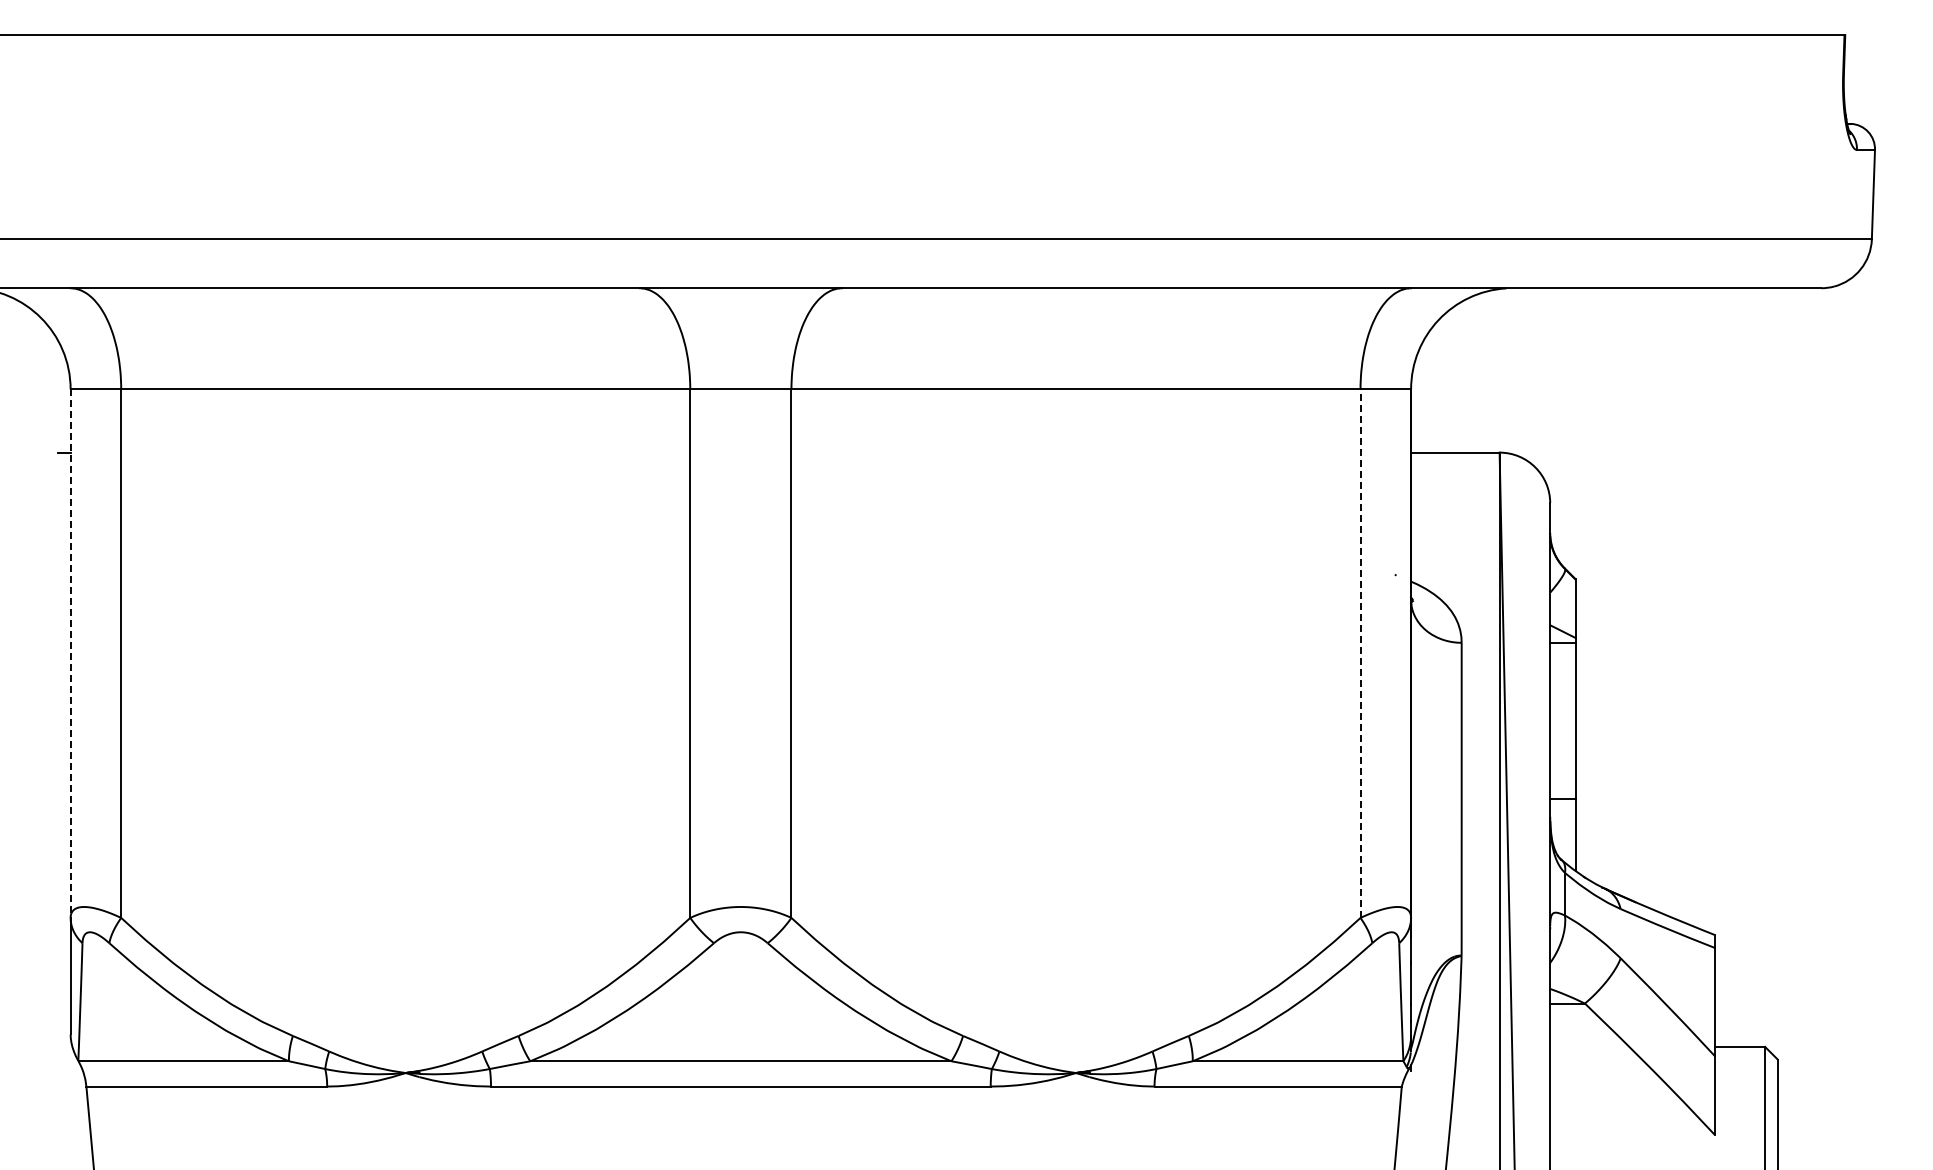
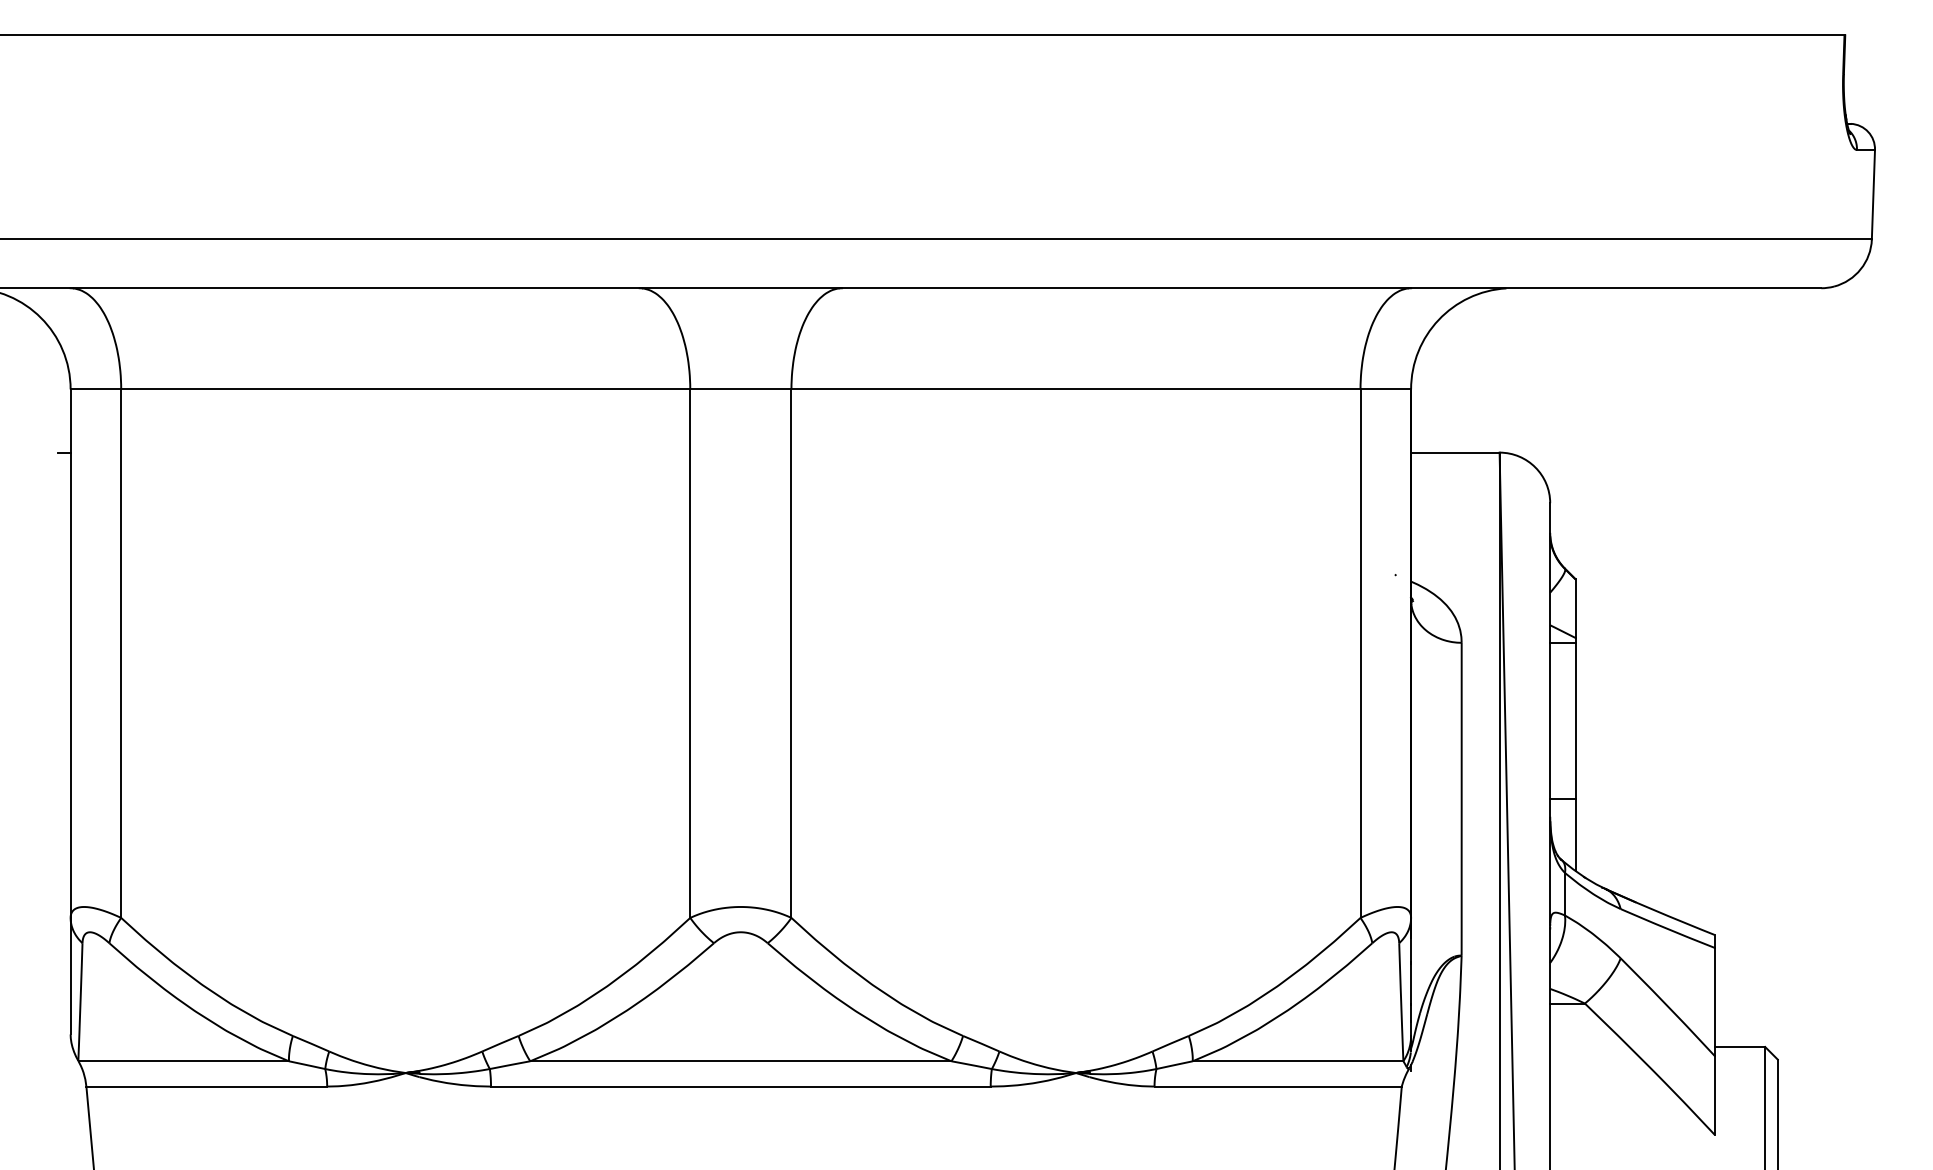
line at (70, 653): dashed -> solid
line at (1360, 653): dashed -> solid
